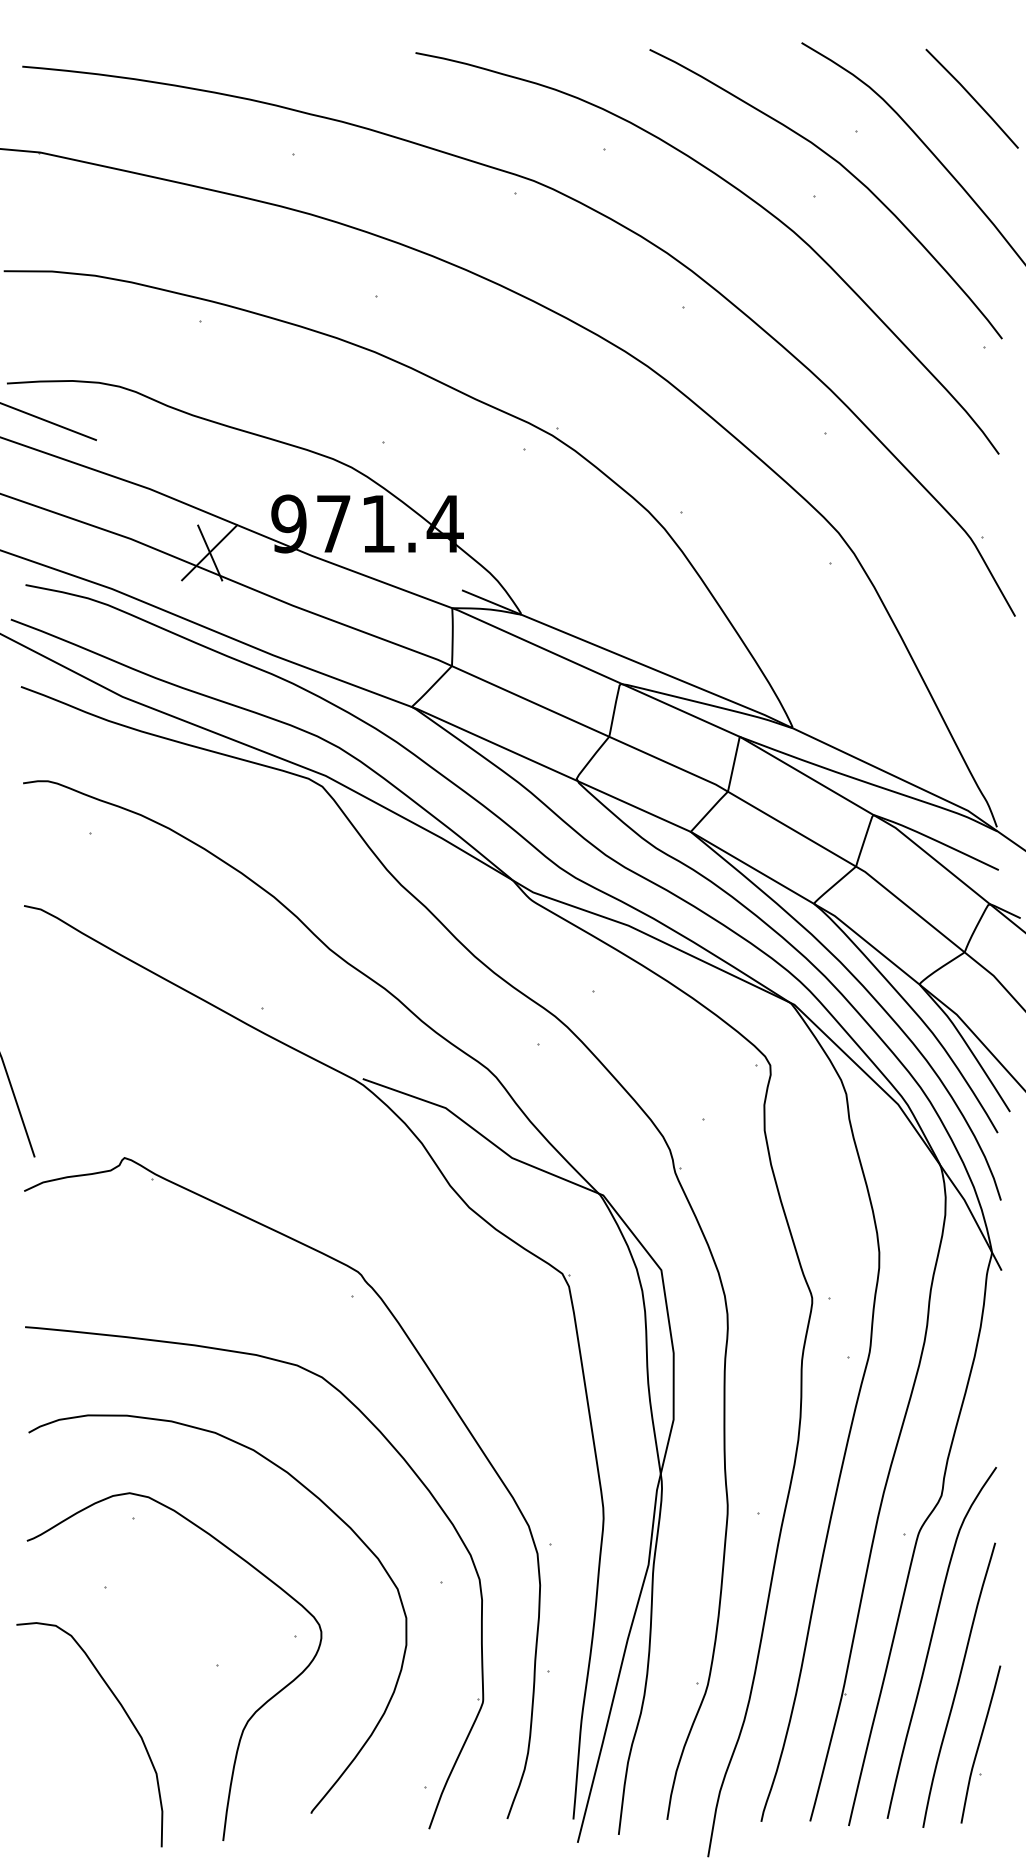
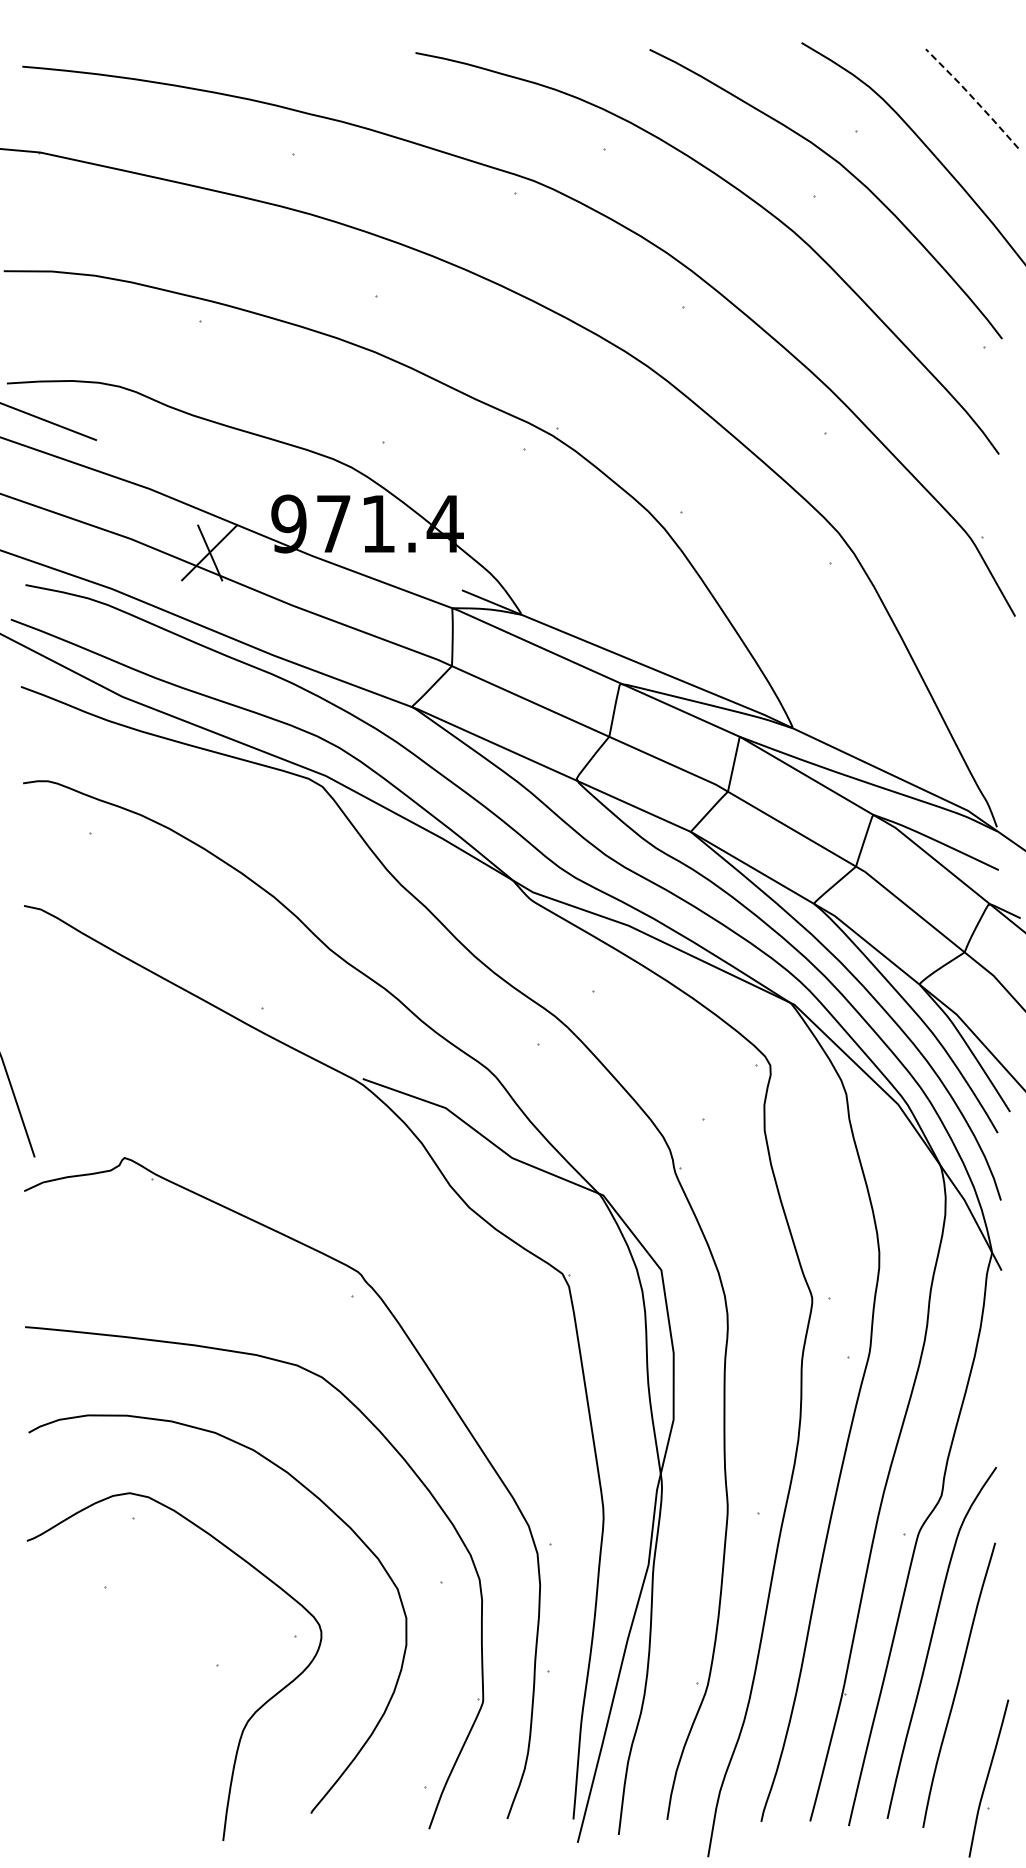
line at (973, 98): solid -> dashed
curve at (124, 1712): present -> none
part at (980, 1744) position: (980, 1744) -> (988, 1778)
